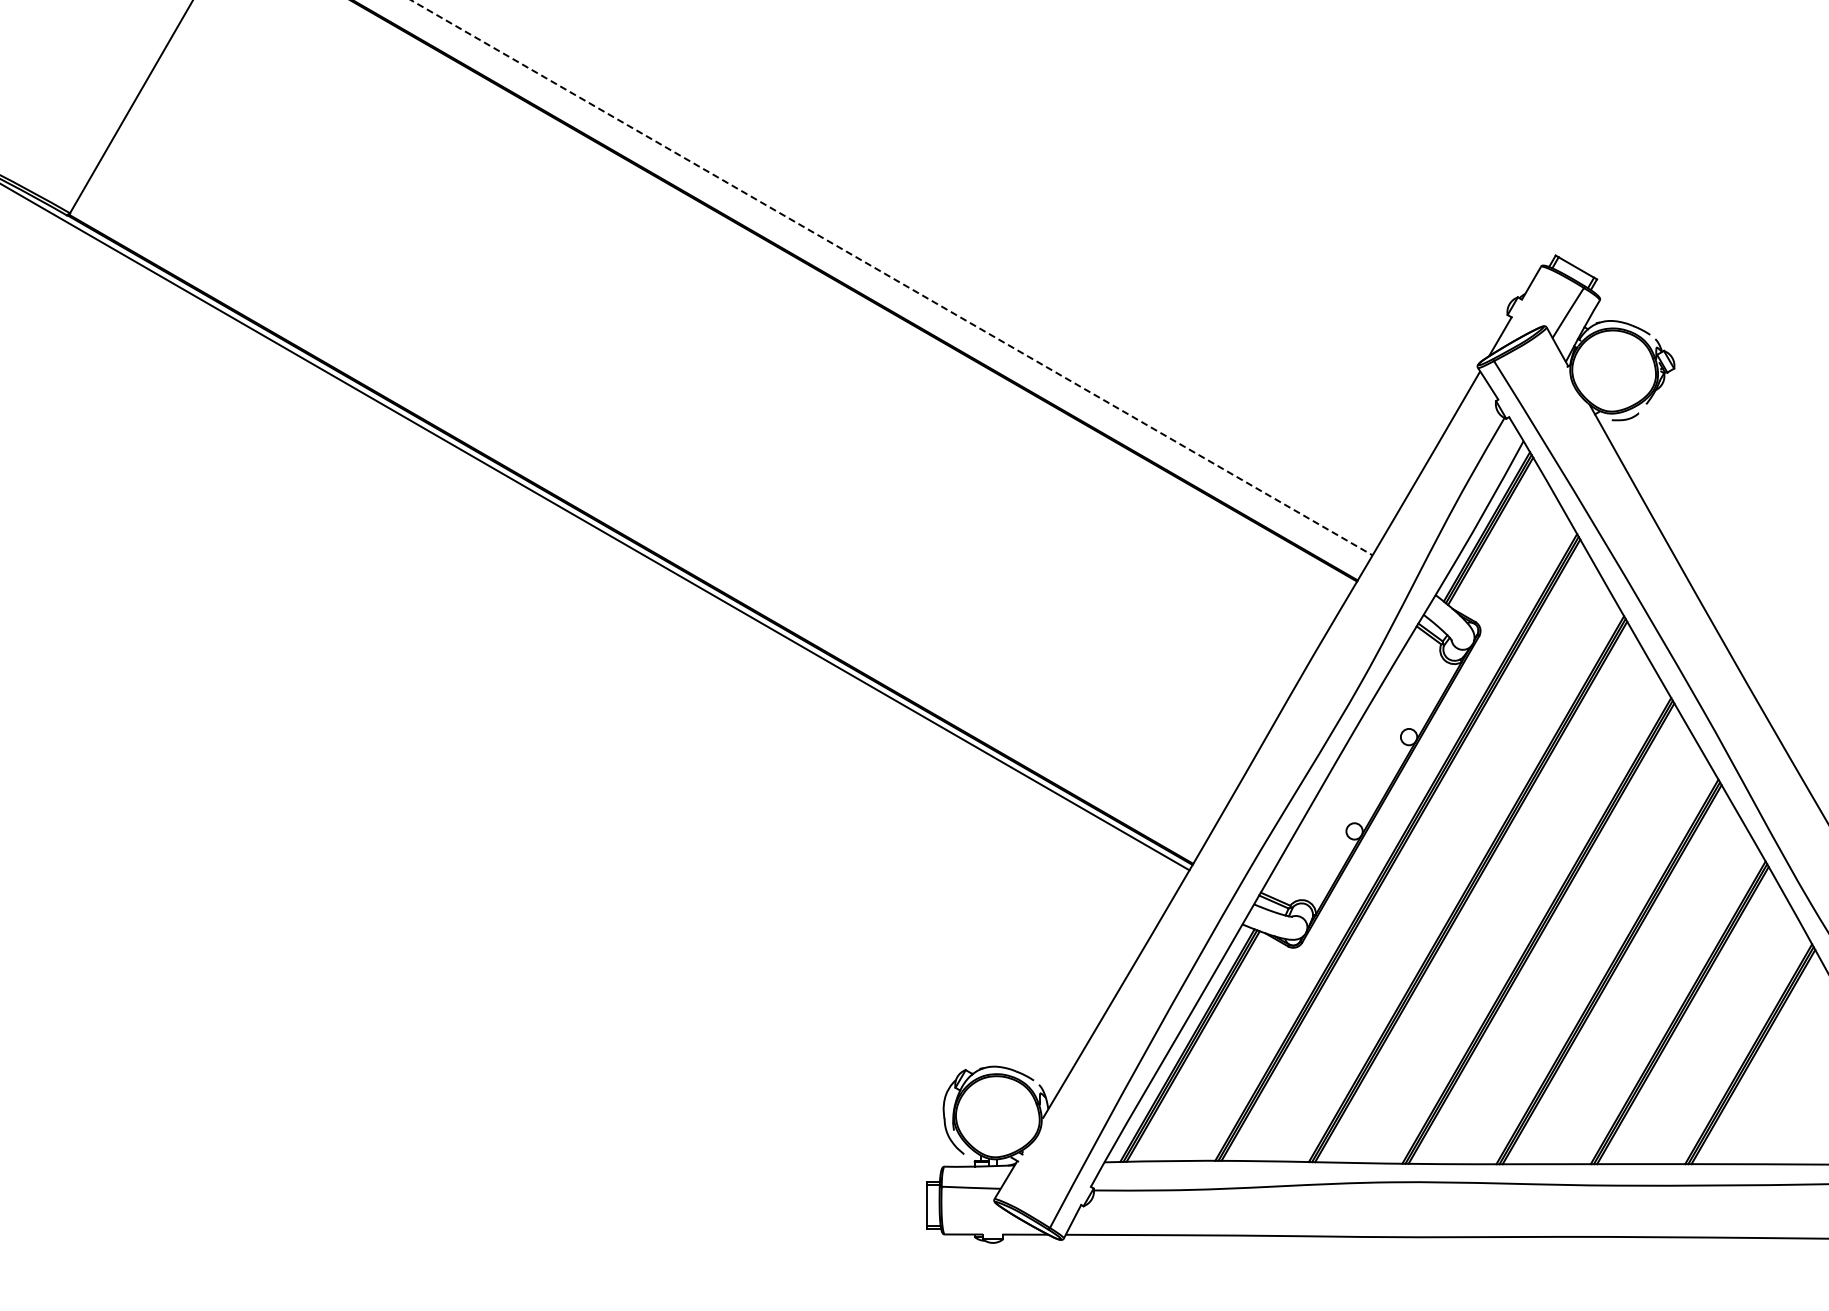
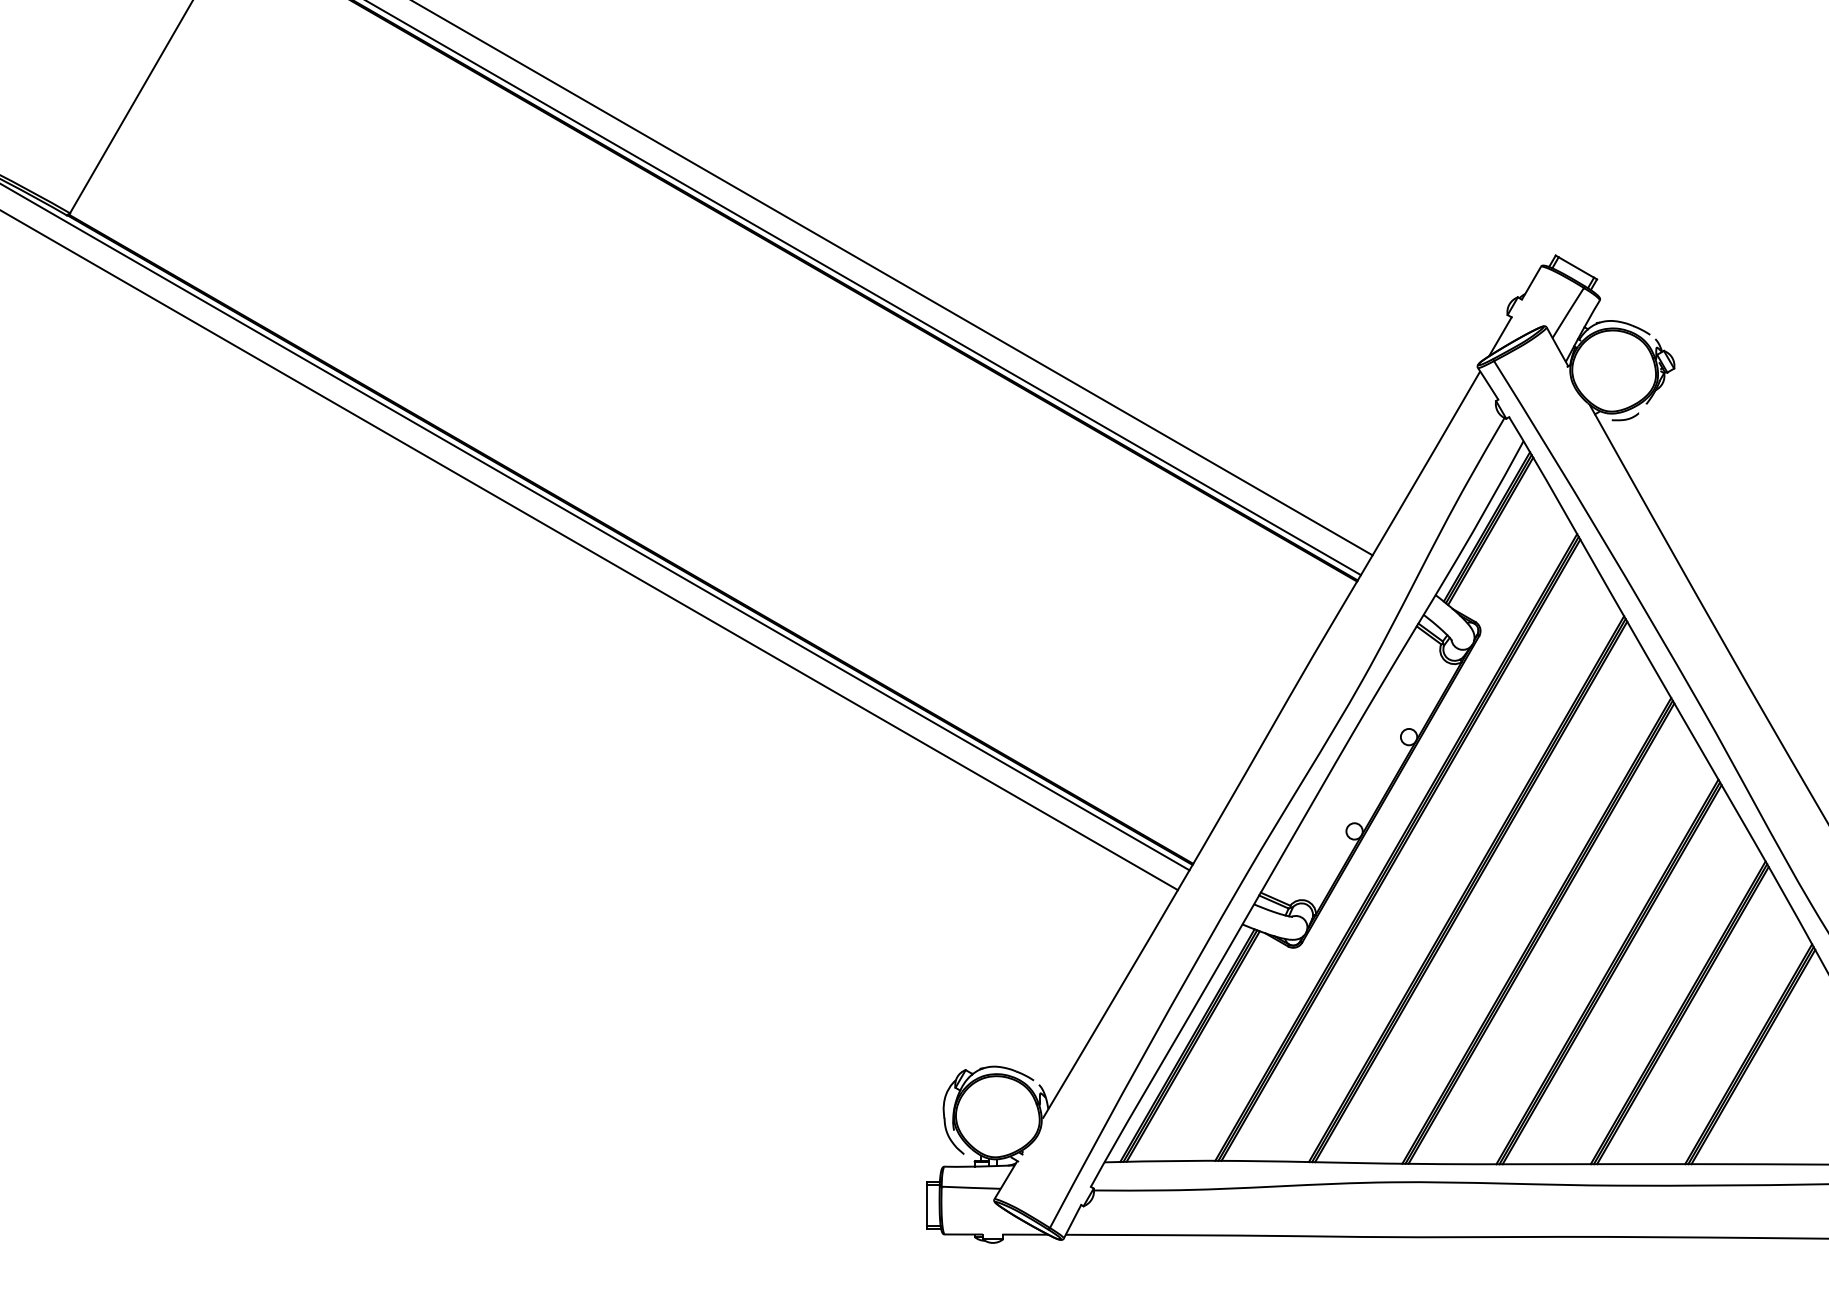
line at (892, 278): dashed -> solid
line at (864, 288): none -> present
line at (589, 550): none -> present
